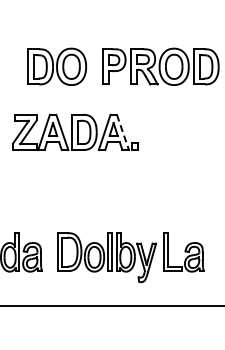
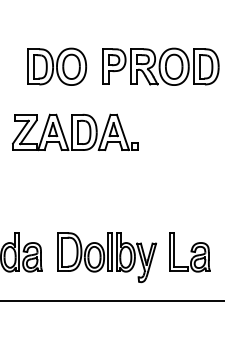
line at (122, 132): dashed -> solid
part at (183, 252) position: (183, 252) -> (189, 252)
line at (111, 306) position: (111, 306) -> (111, 301)
